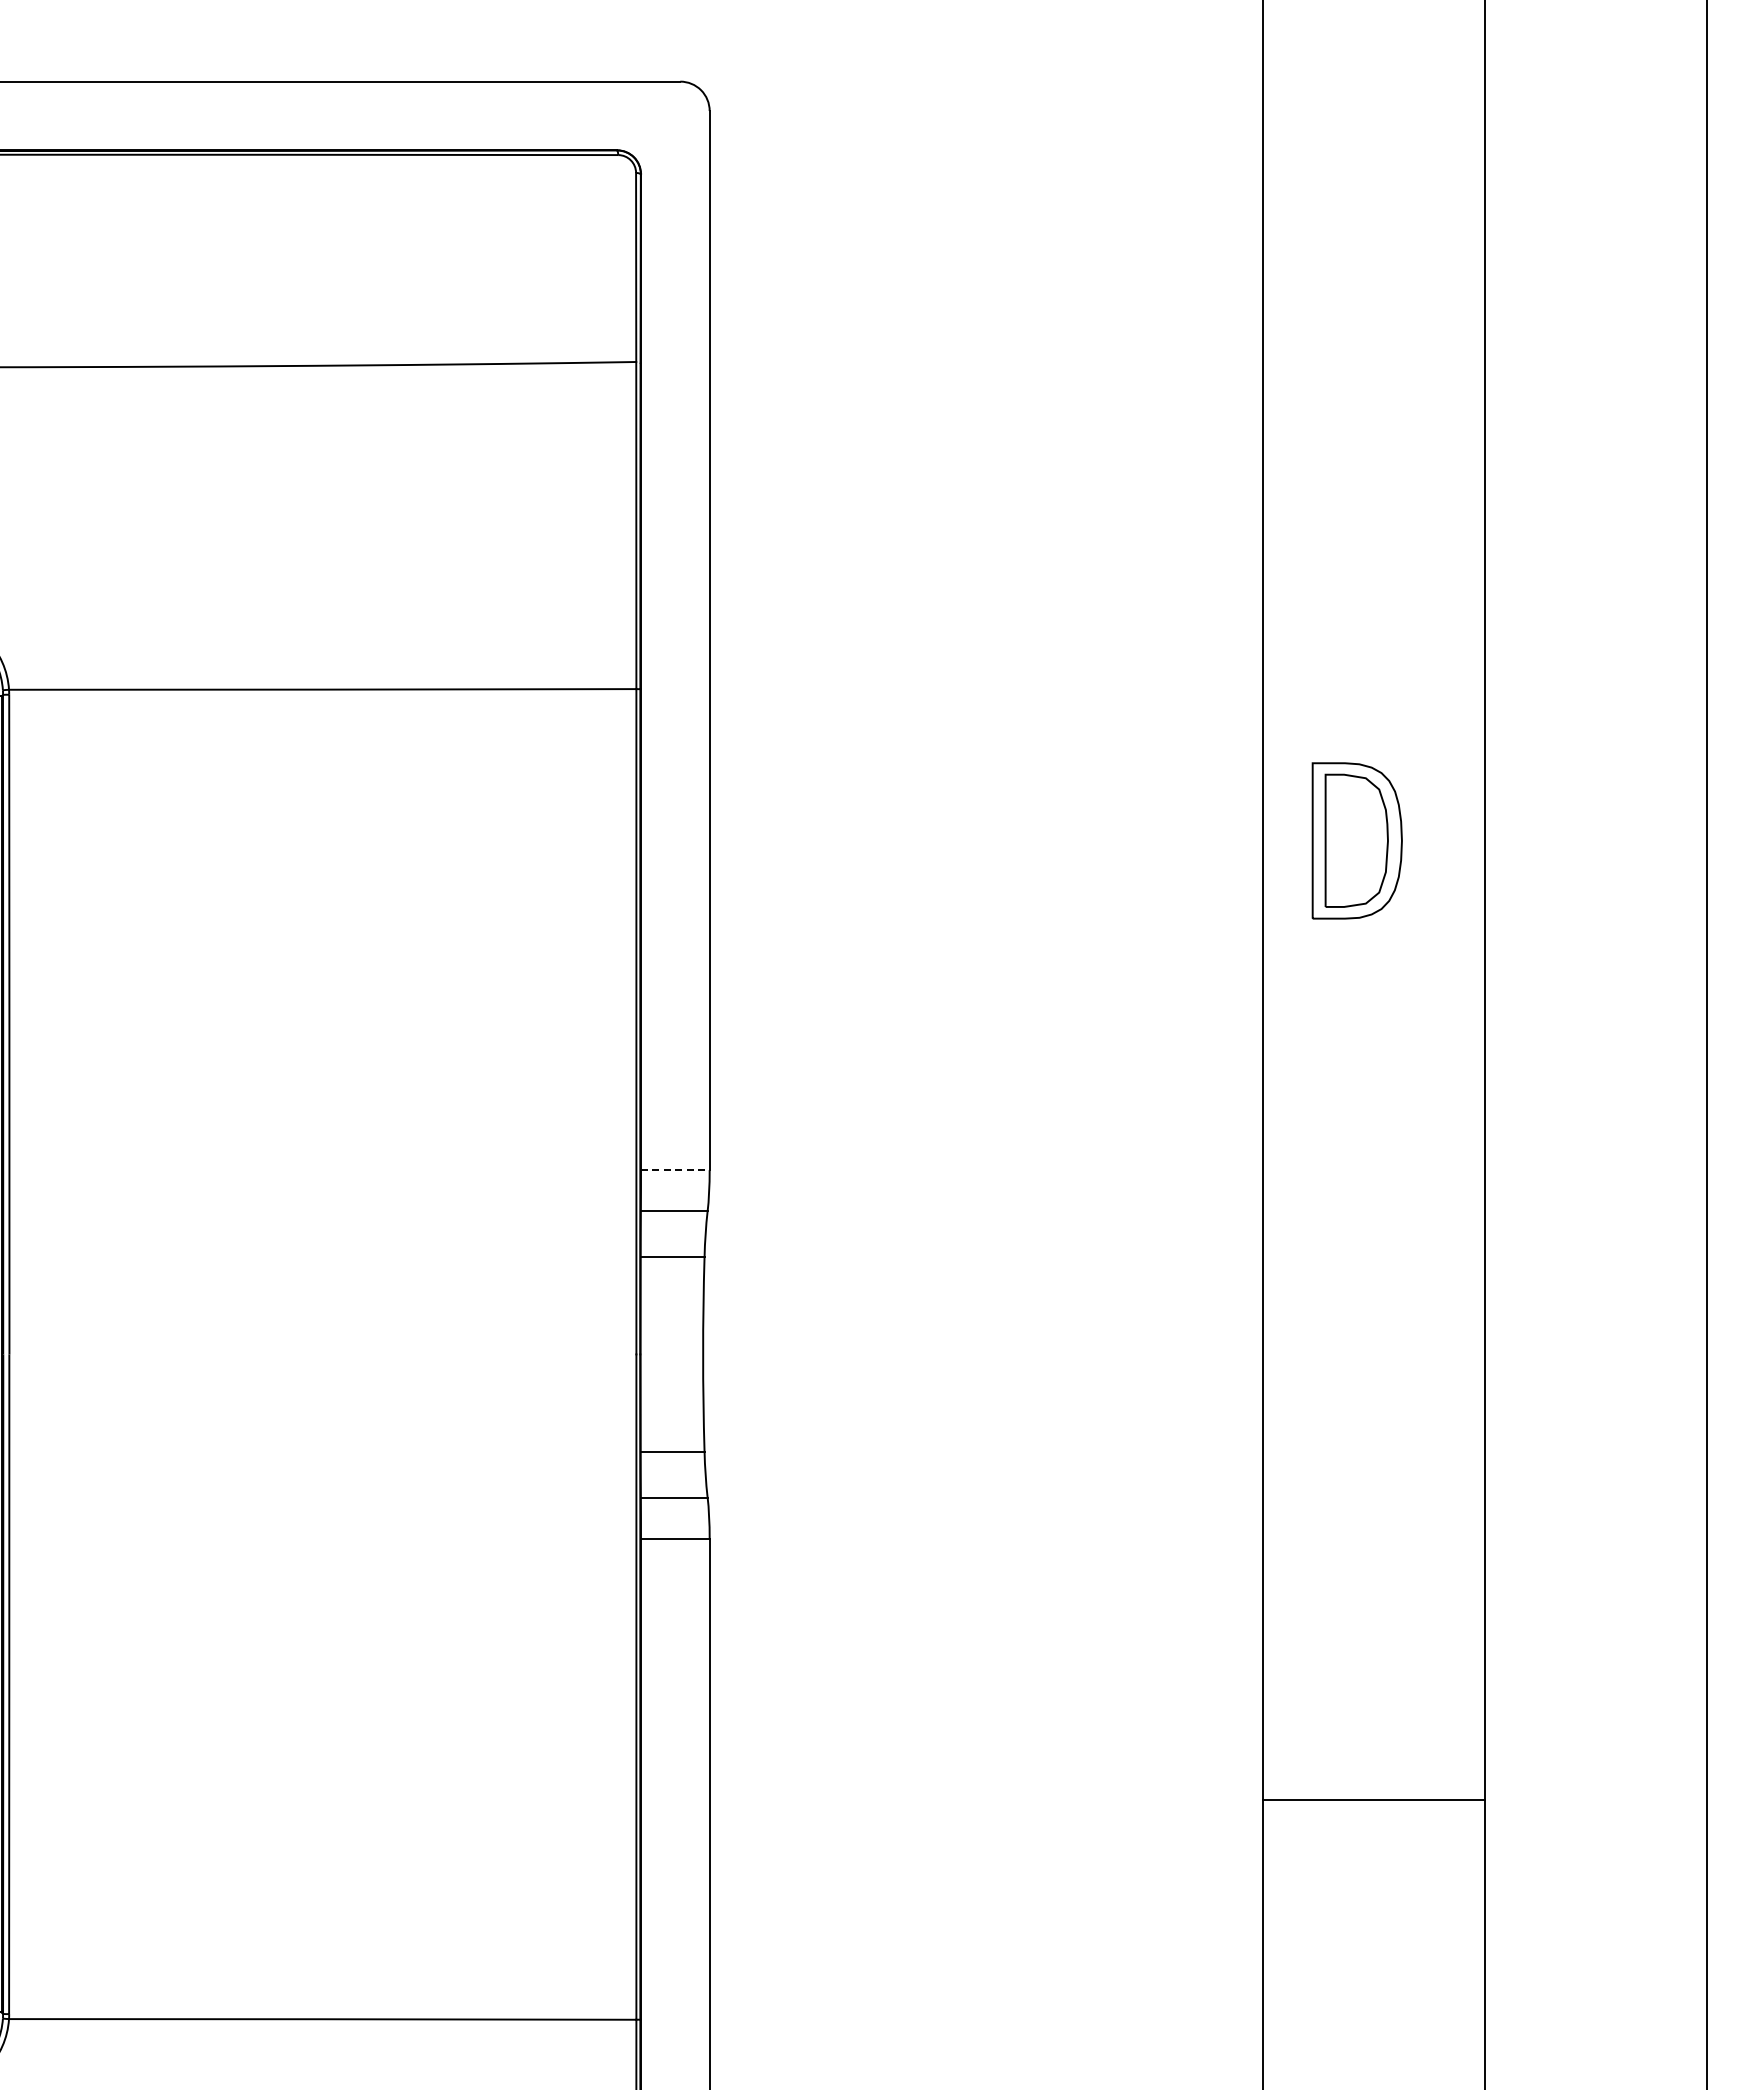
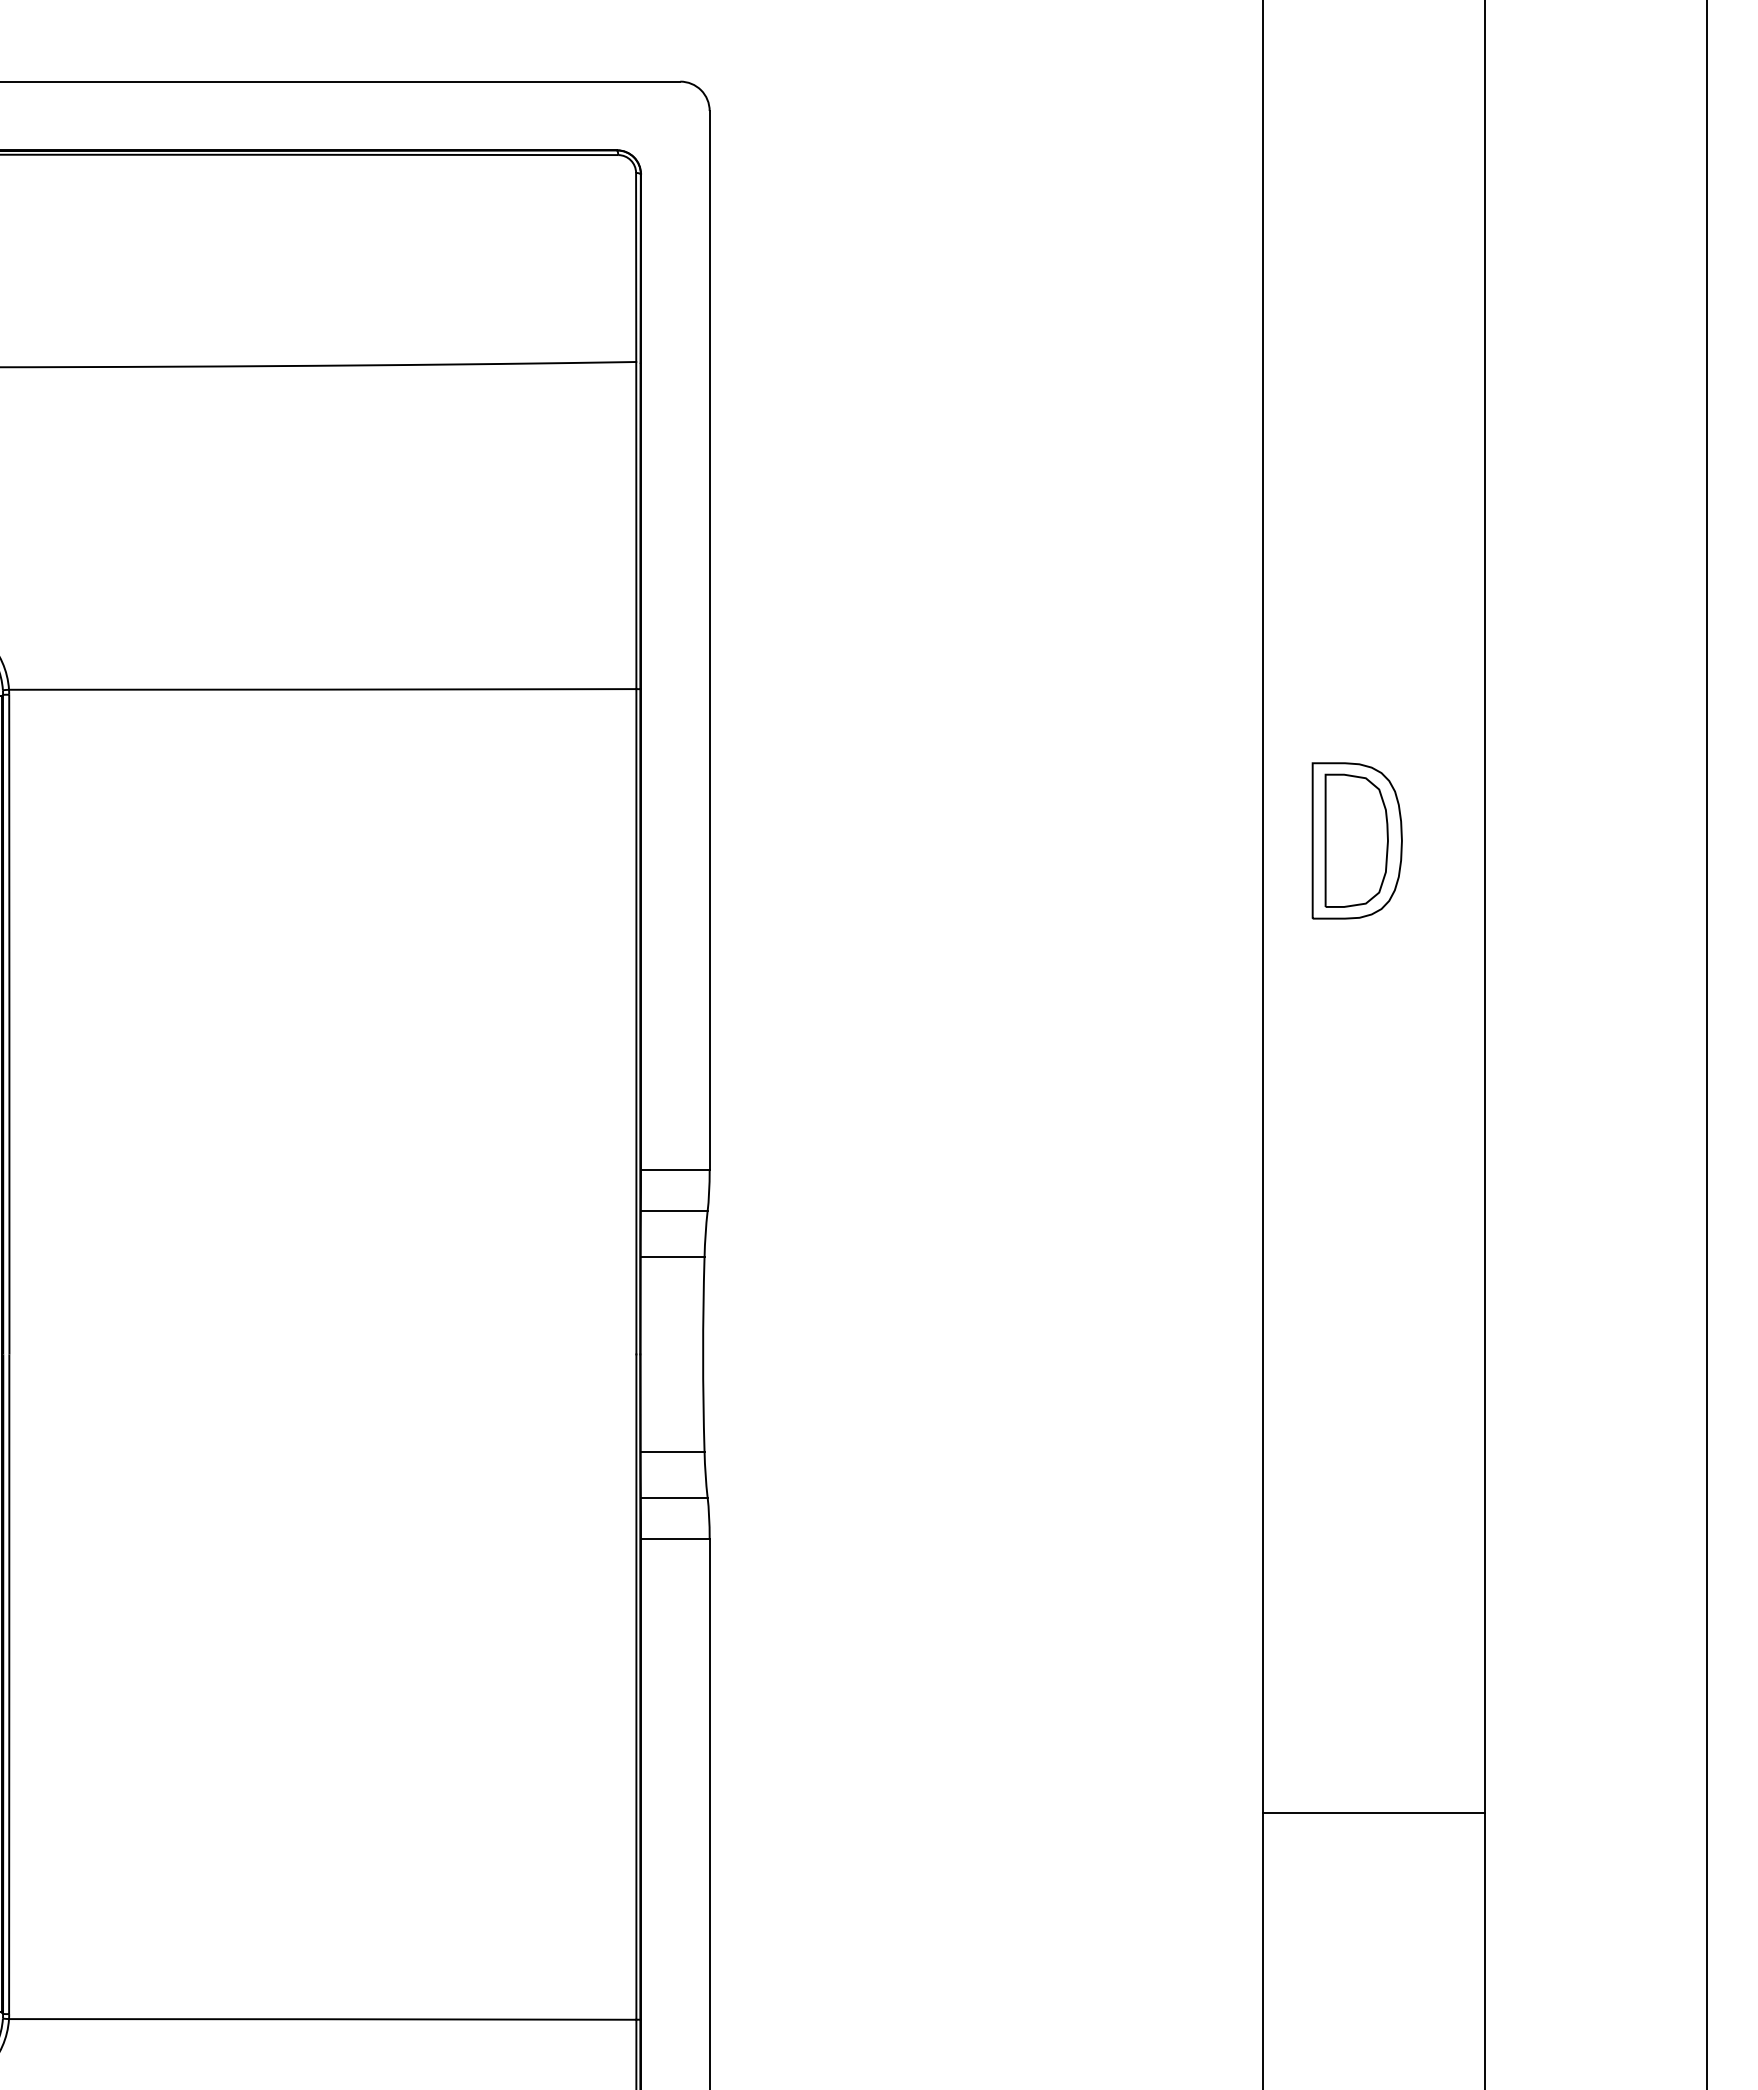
line at (675, 1170): dashed -> solid
line at (1374, 1800) position: (1374, 1800) -> (1374, 1813)
